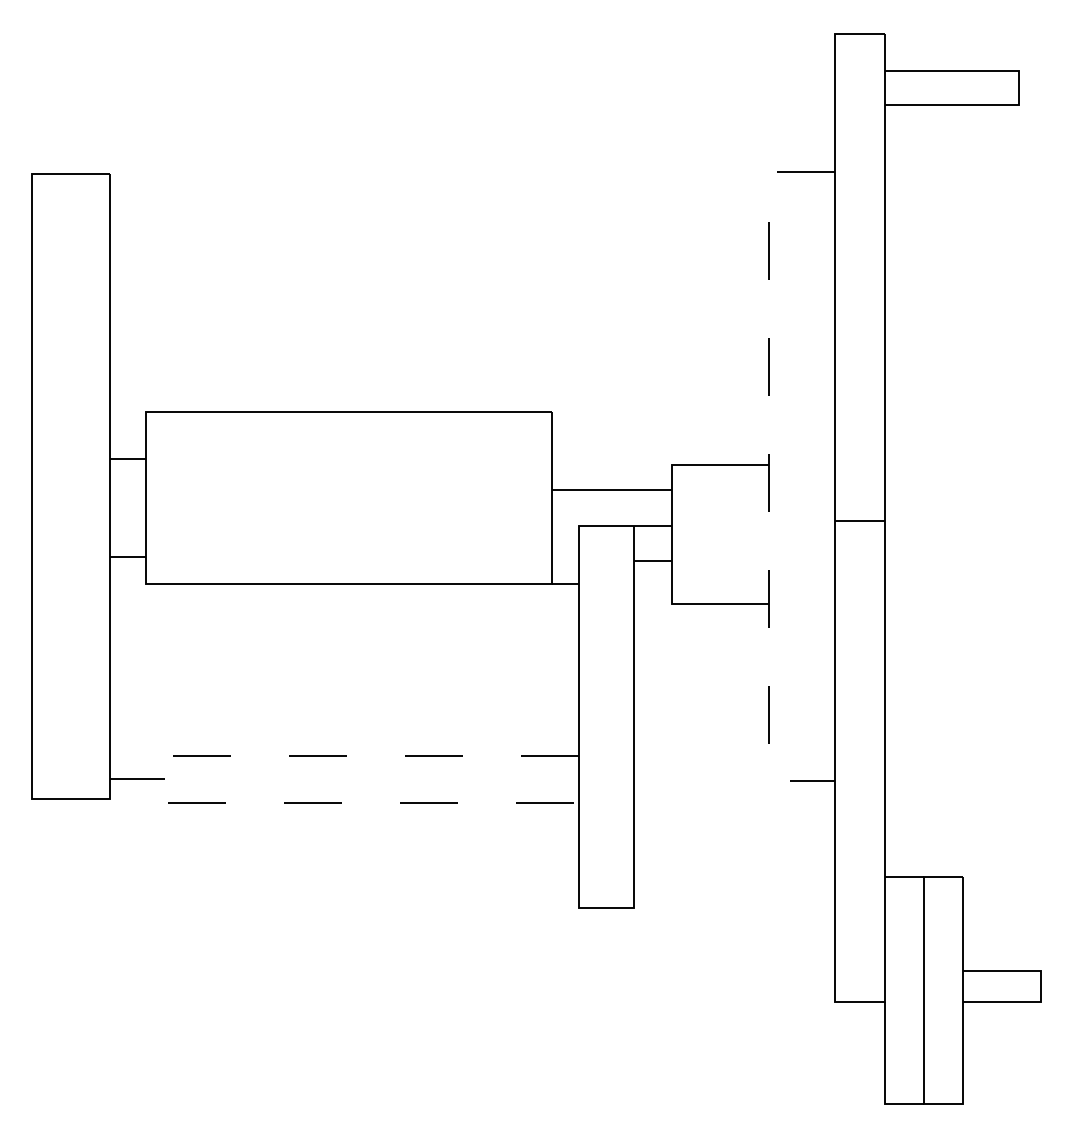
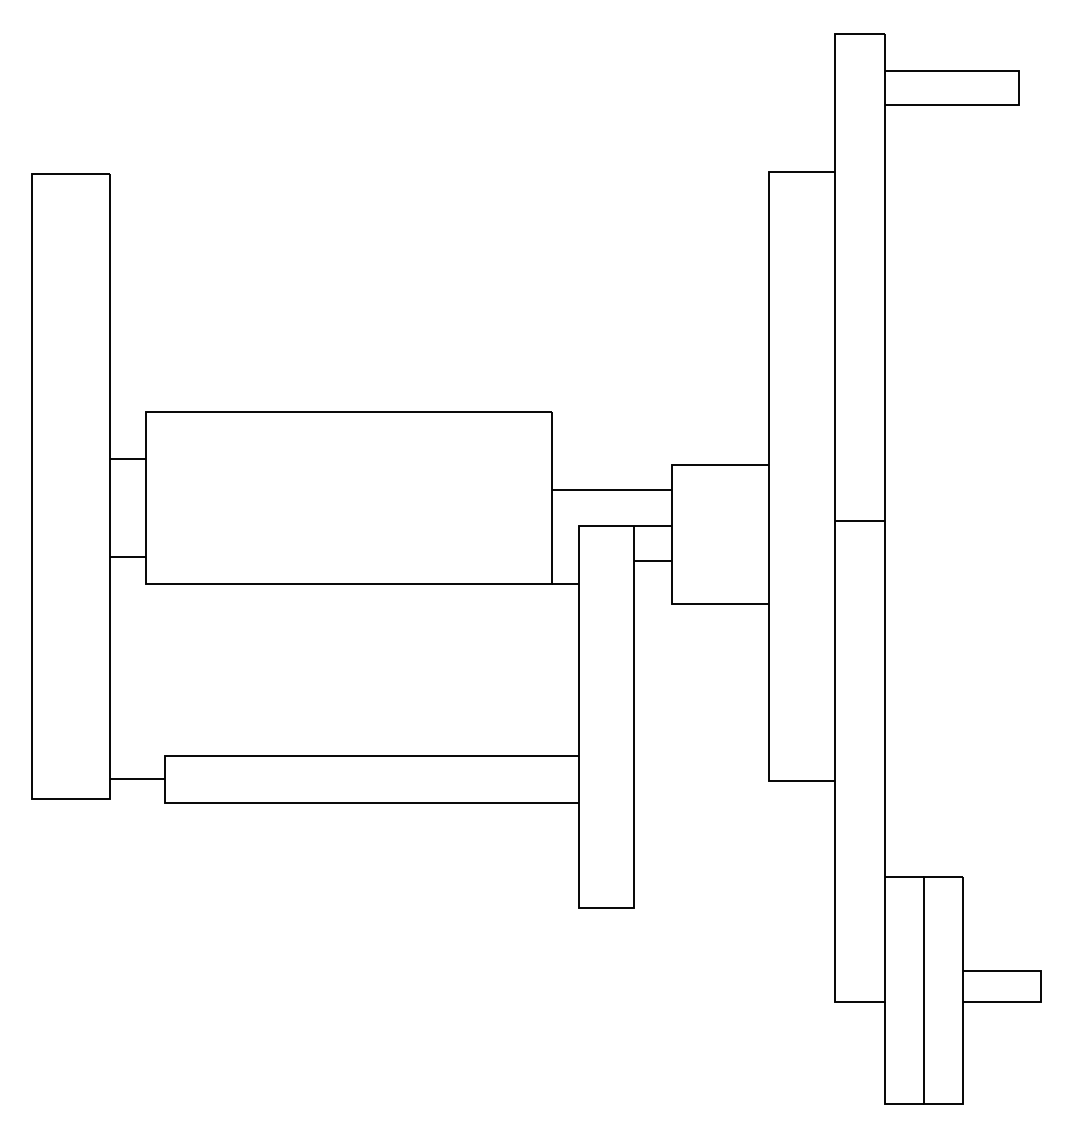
line at (769, 476): dashed -> solid
line at (165, 779): dashed -> solid
